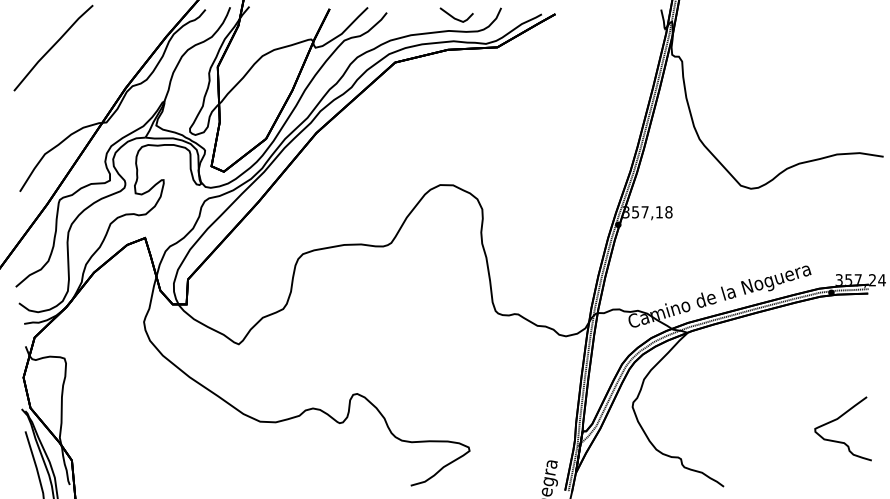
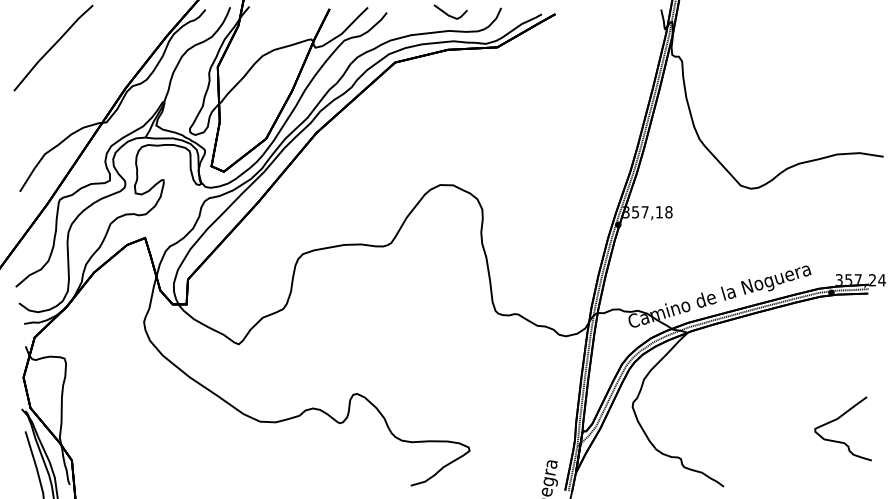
line at (455, 17) position: (455, 17) -> (449, 14)
